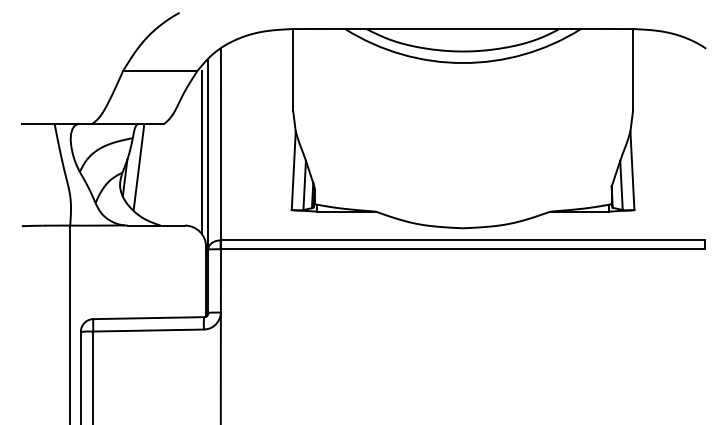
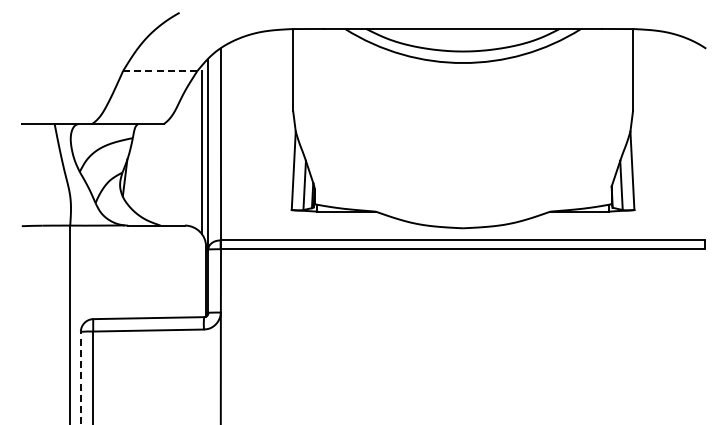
line at (159, 70): solid -> dashed
line at (138, 167): present -> none
line at (80, 377): solid -> dashed
